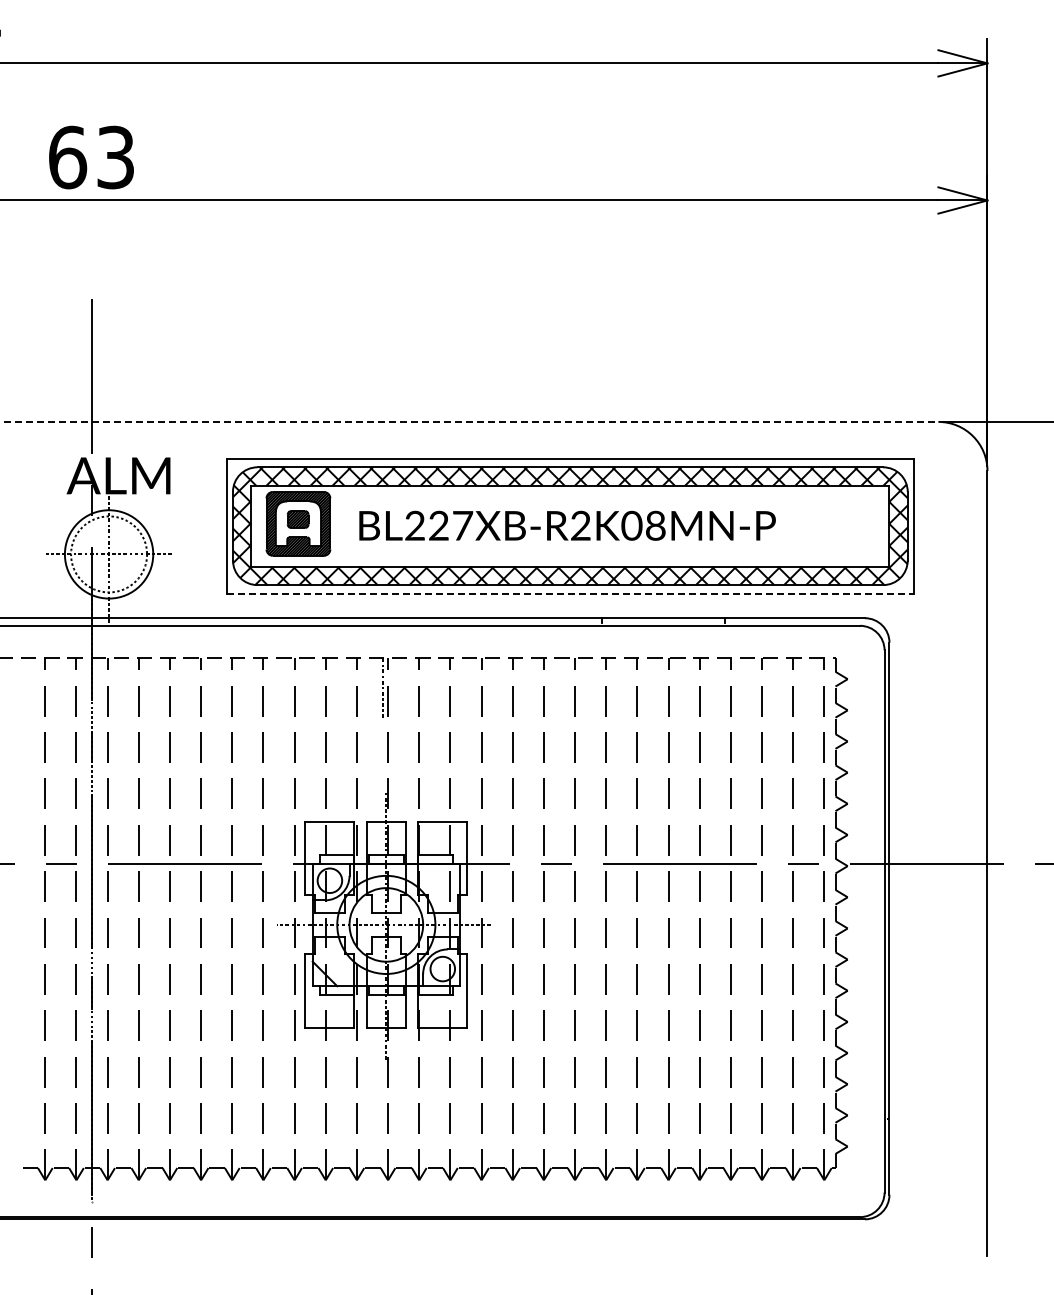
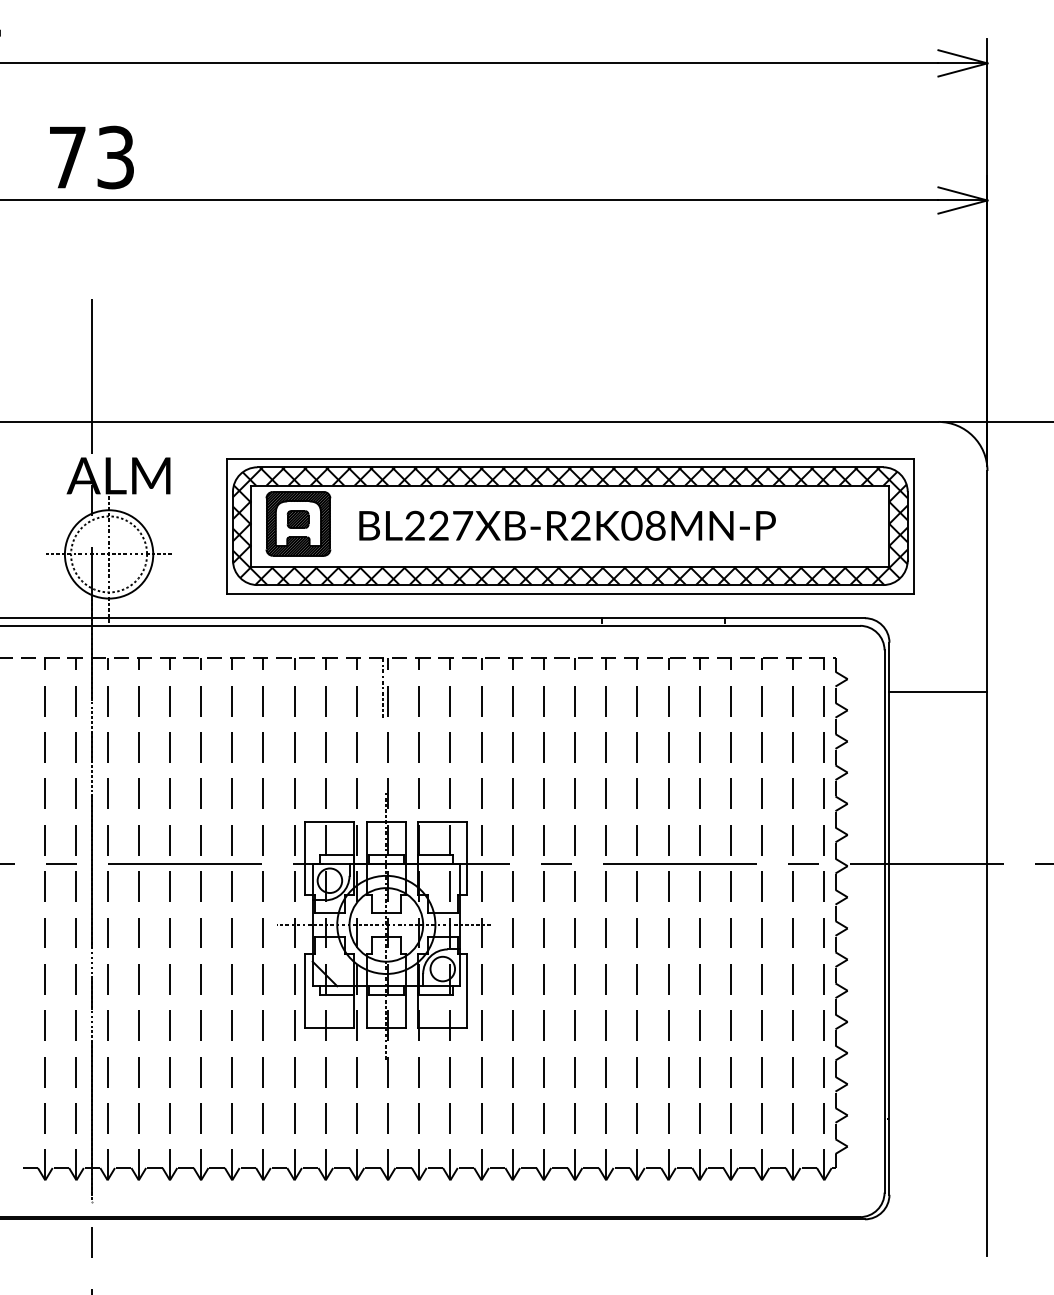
text at (68, 157): 63 -> 73
line at (469, 421): dashed -> solid
line at (570, 593): dashed -> solid
line at (938, 691): none -> present
